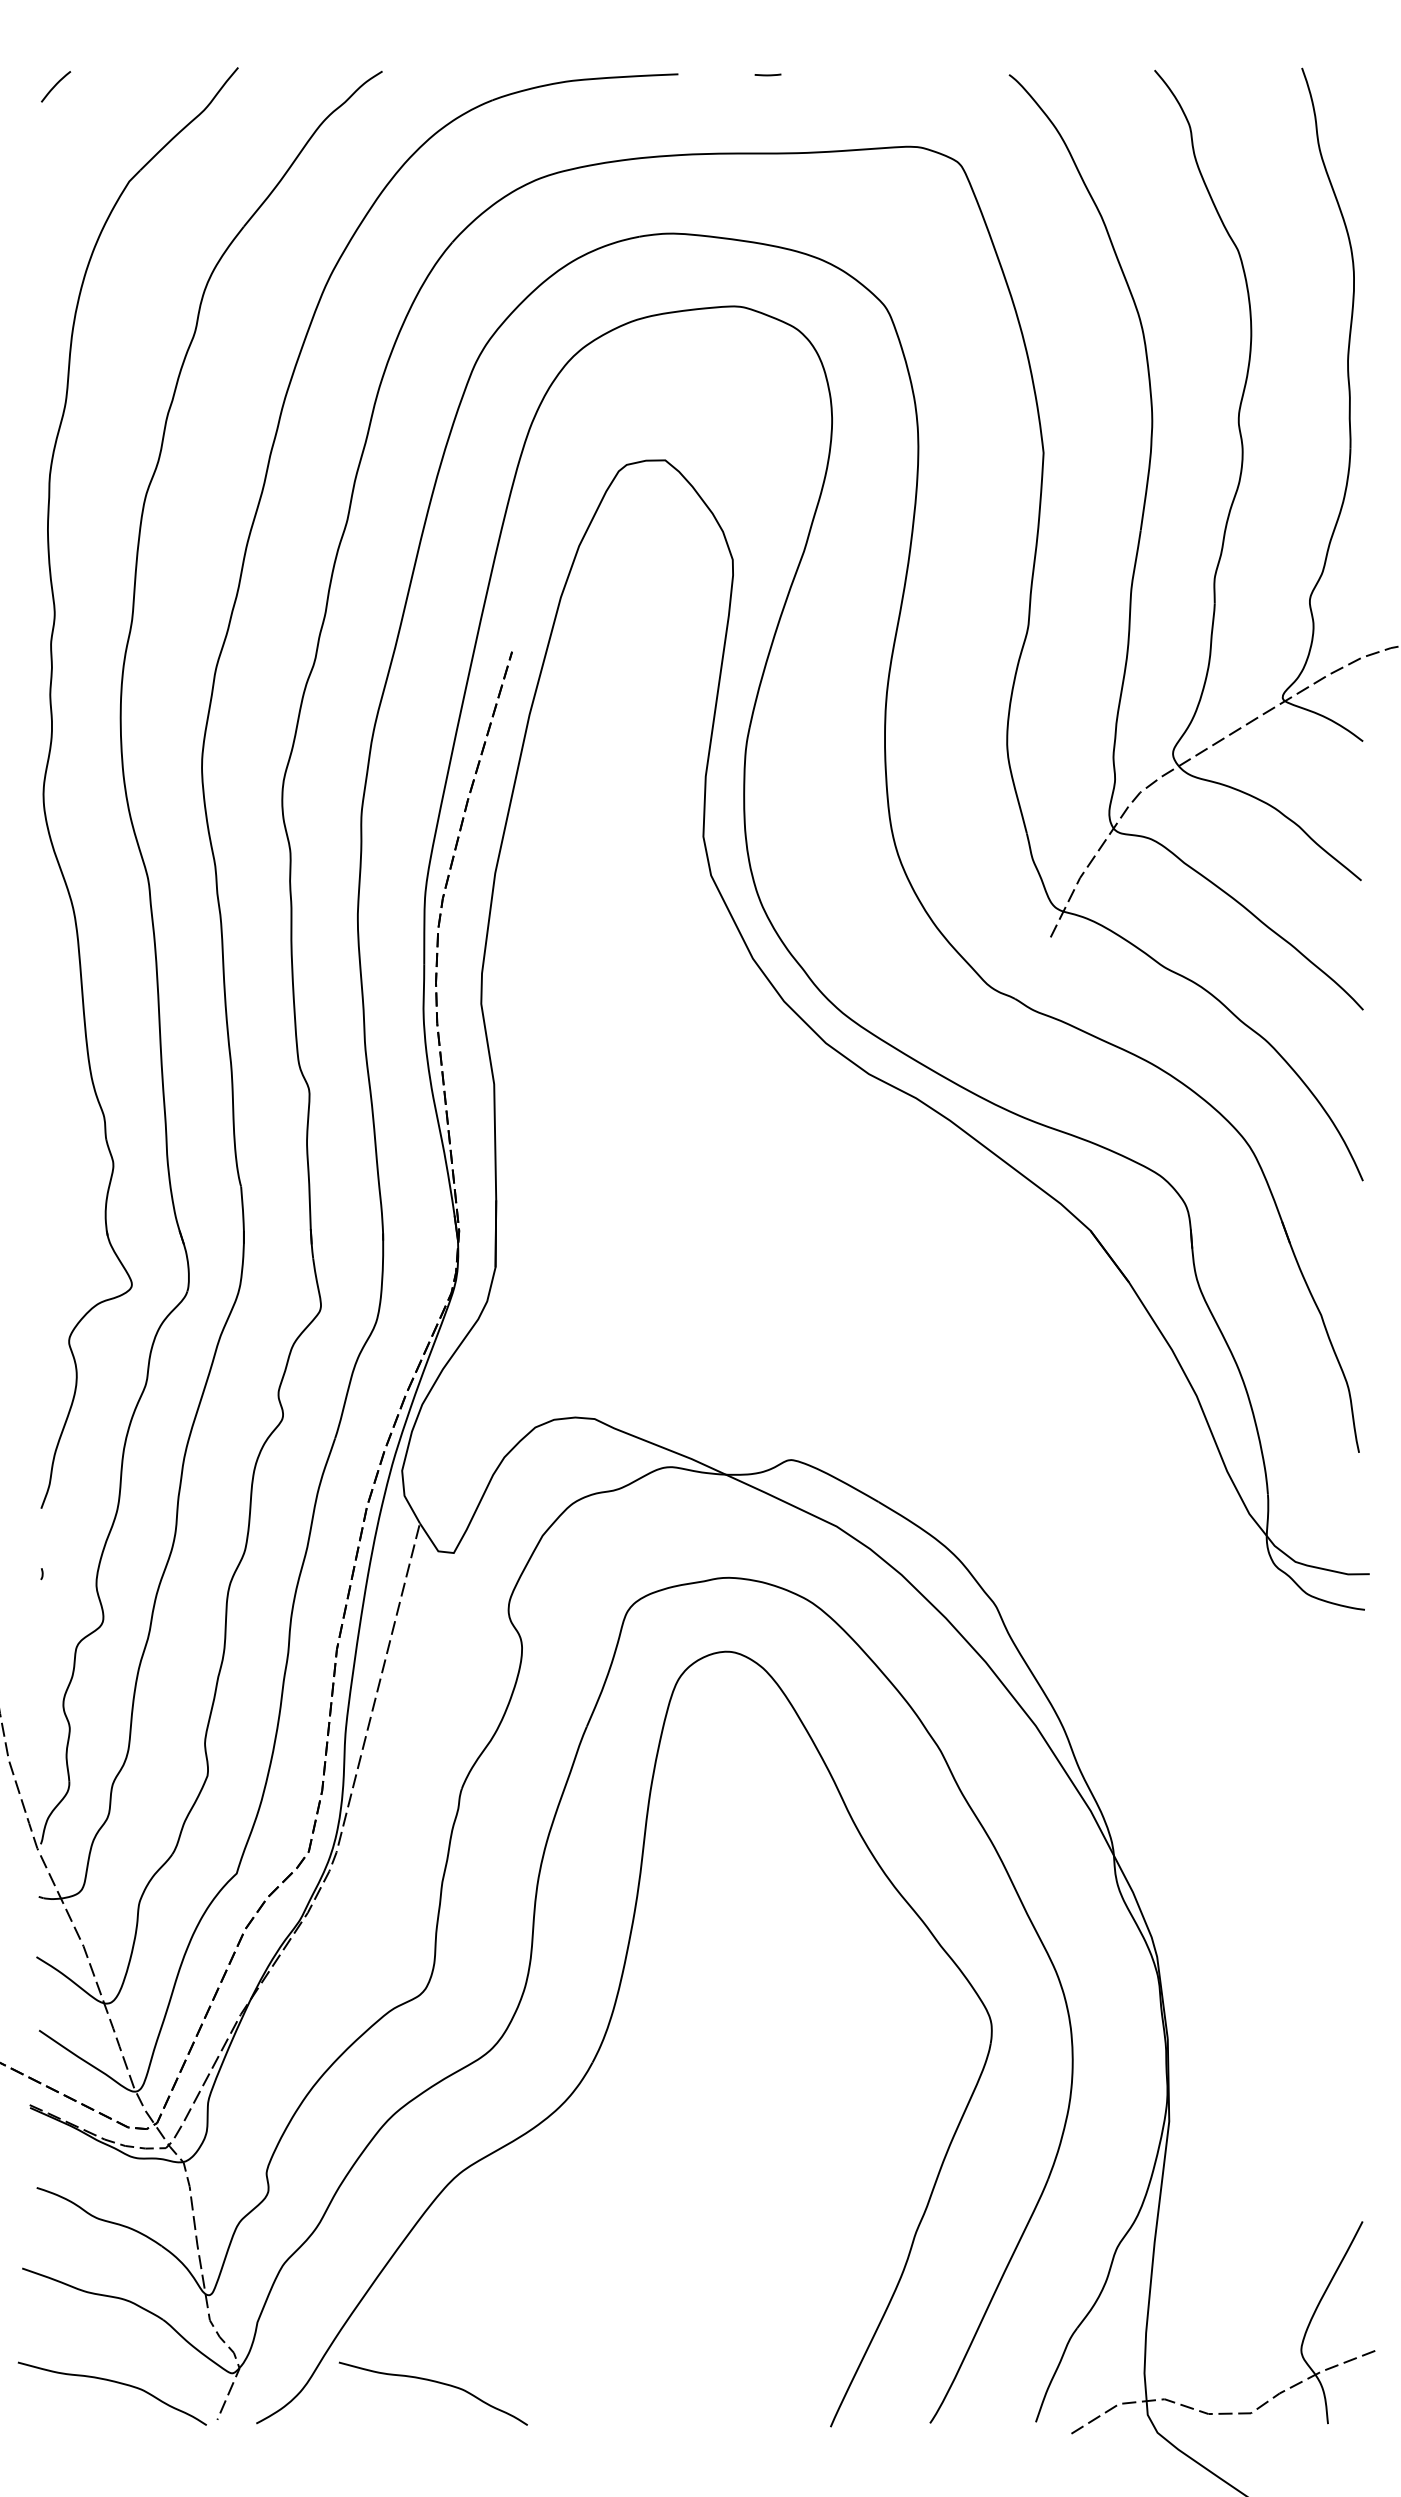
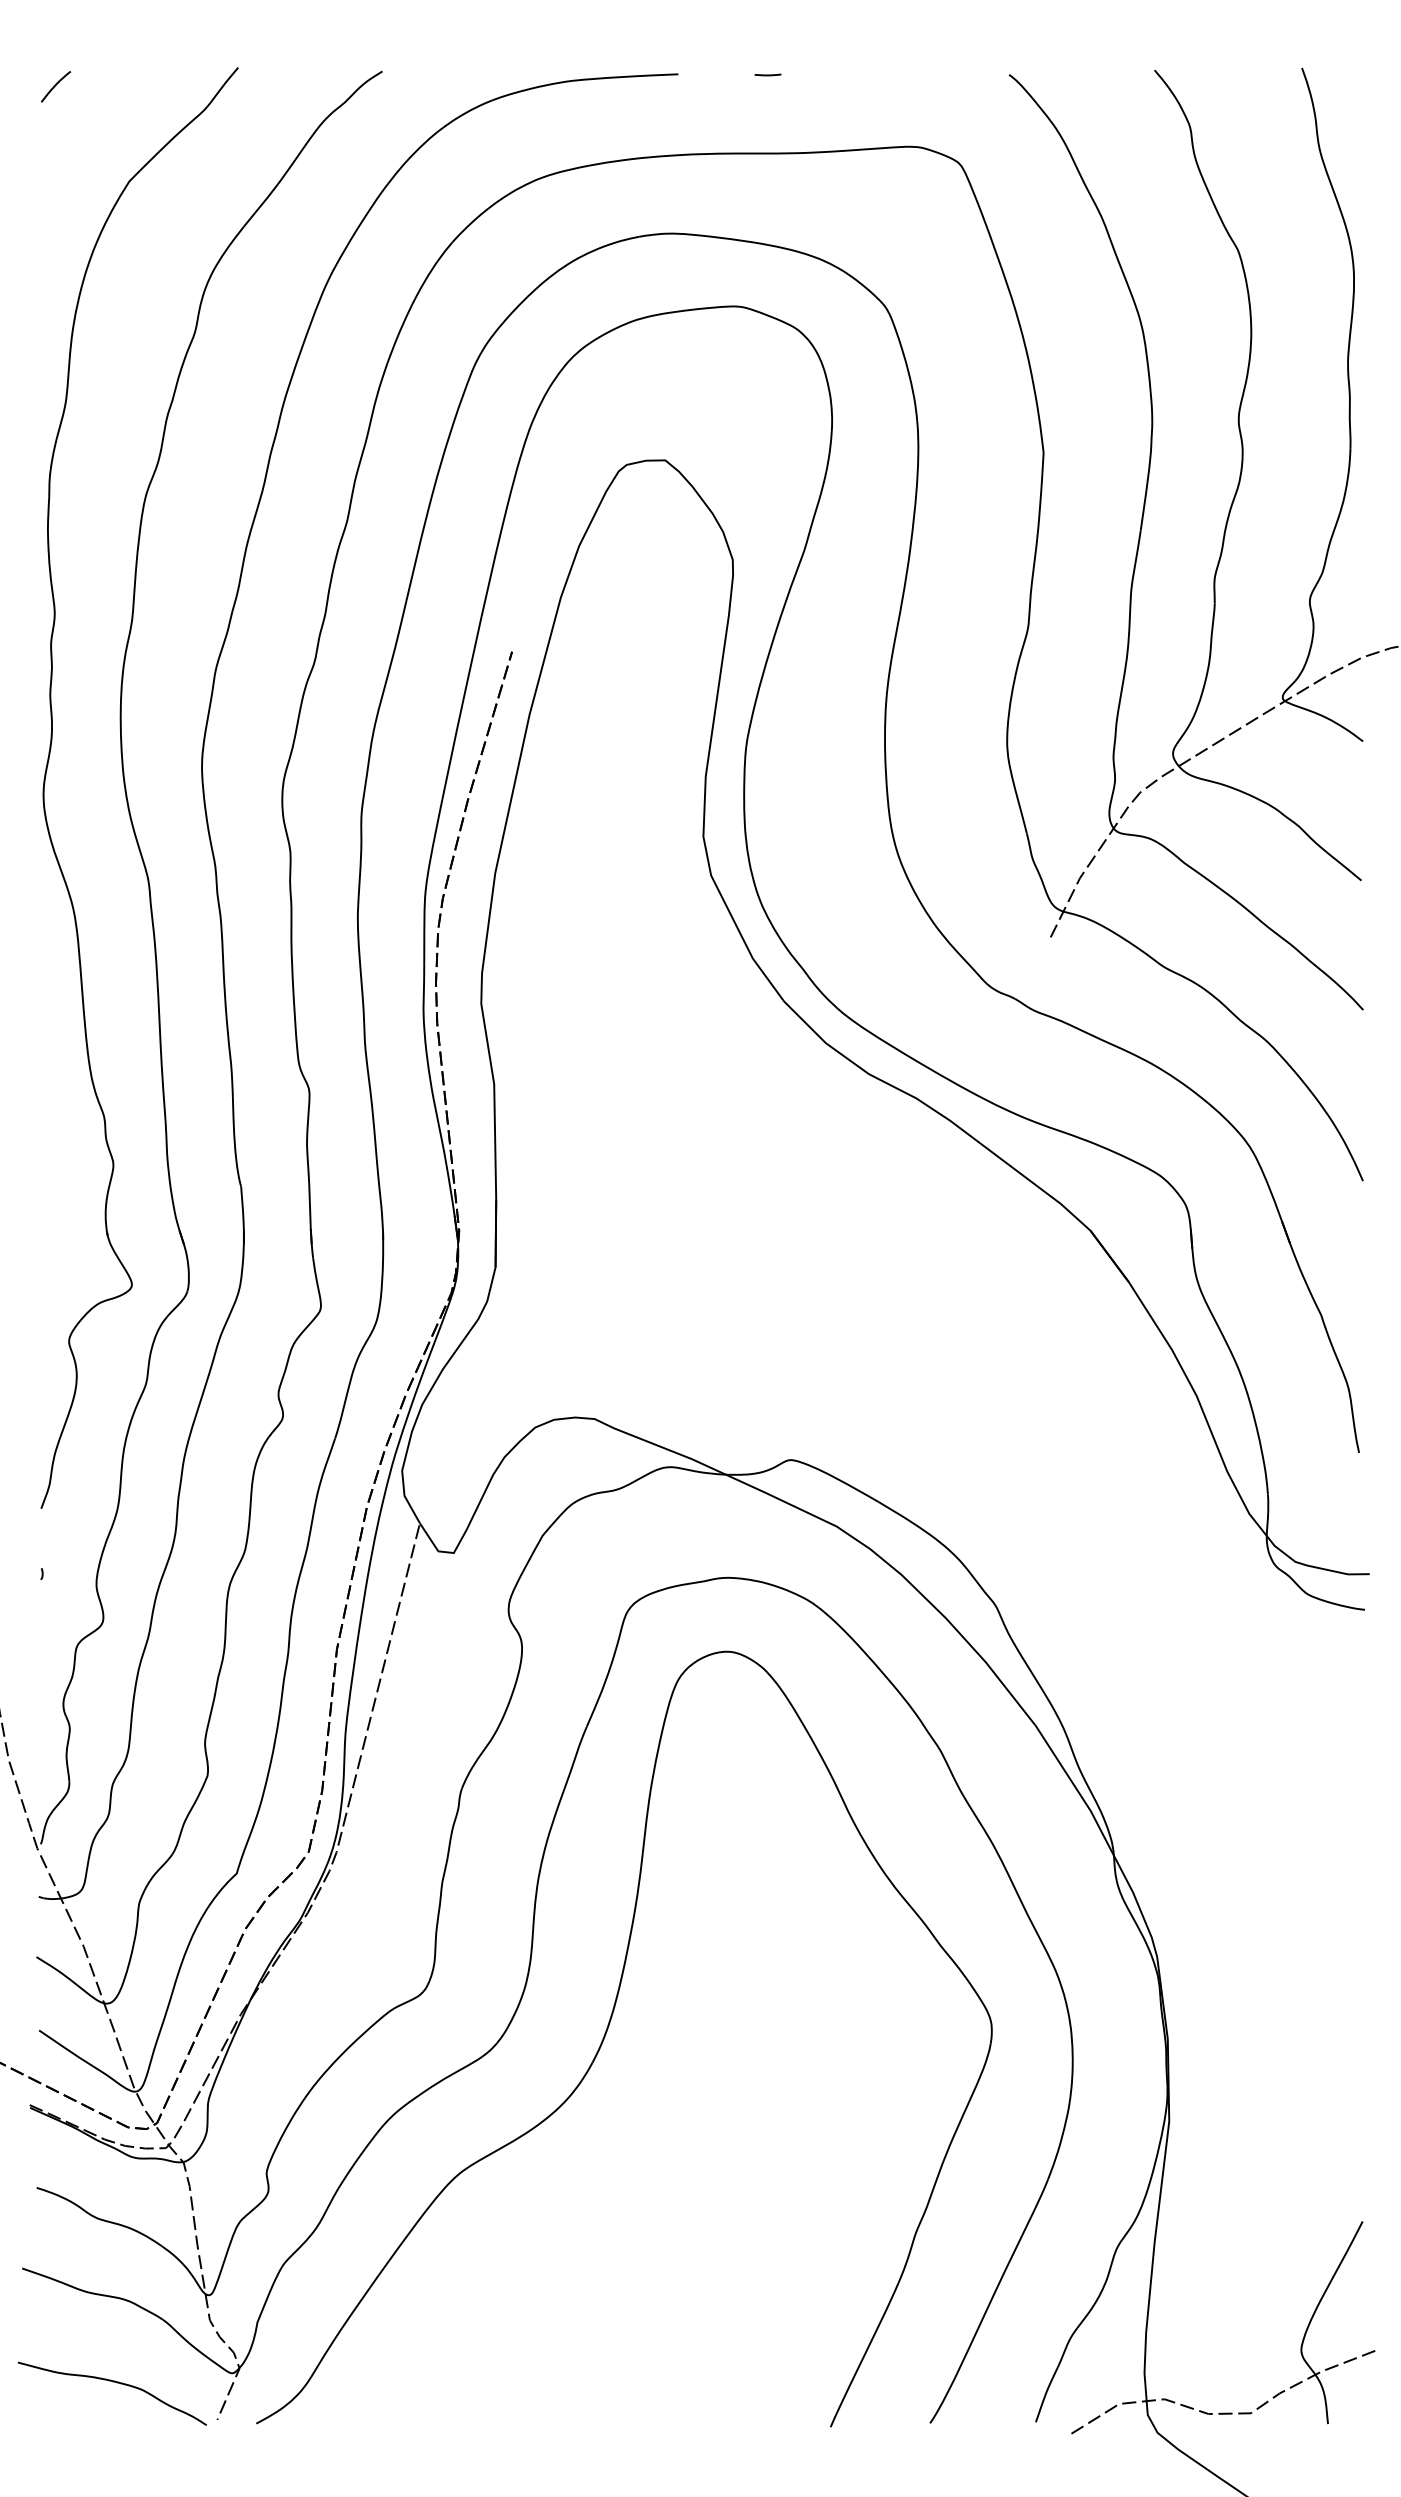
curve at (434, 2382): present -> none
